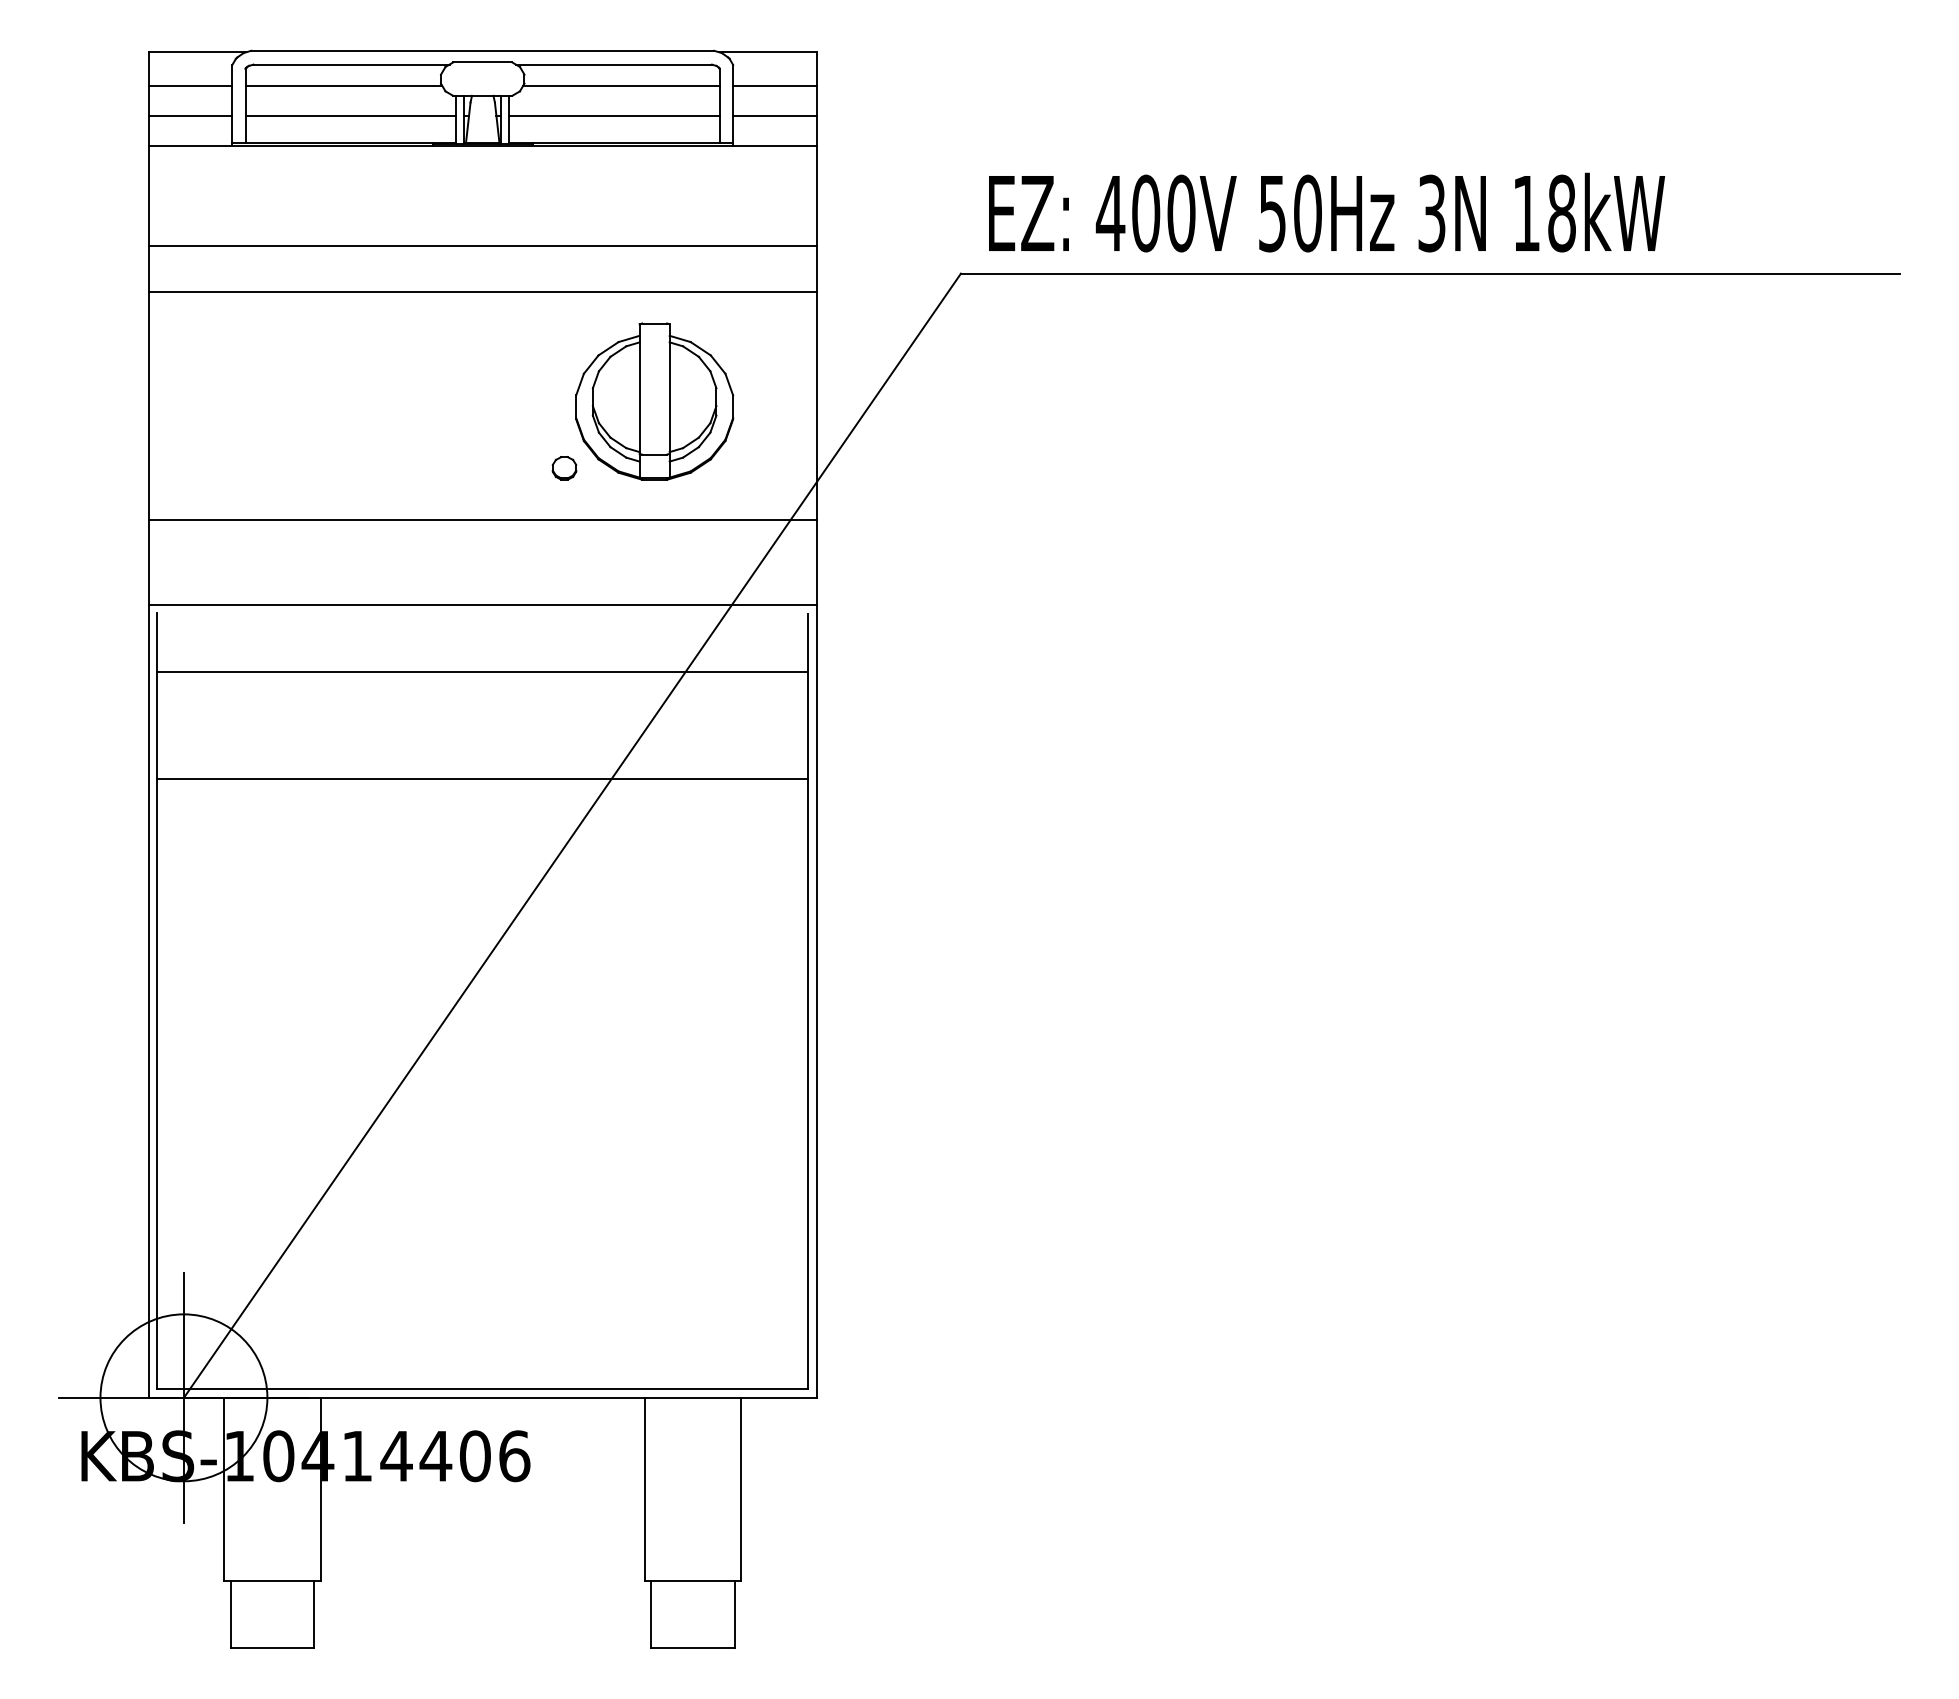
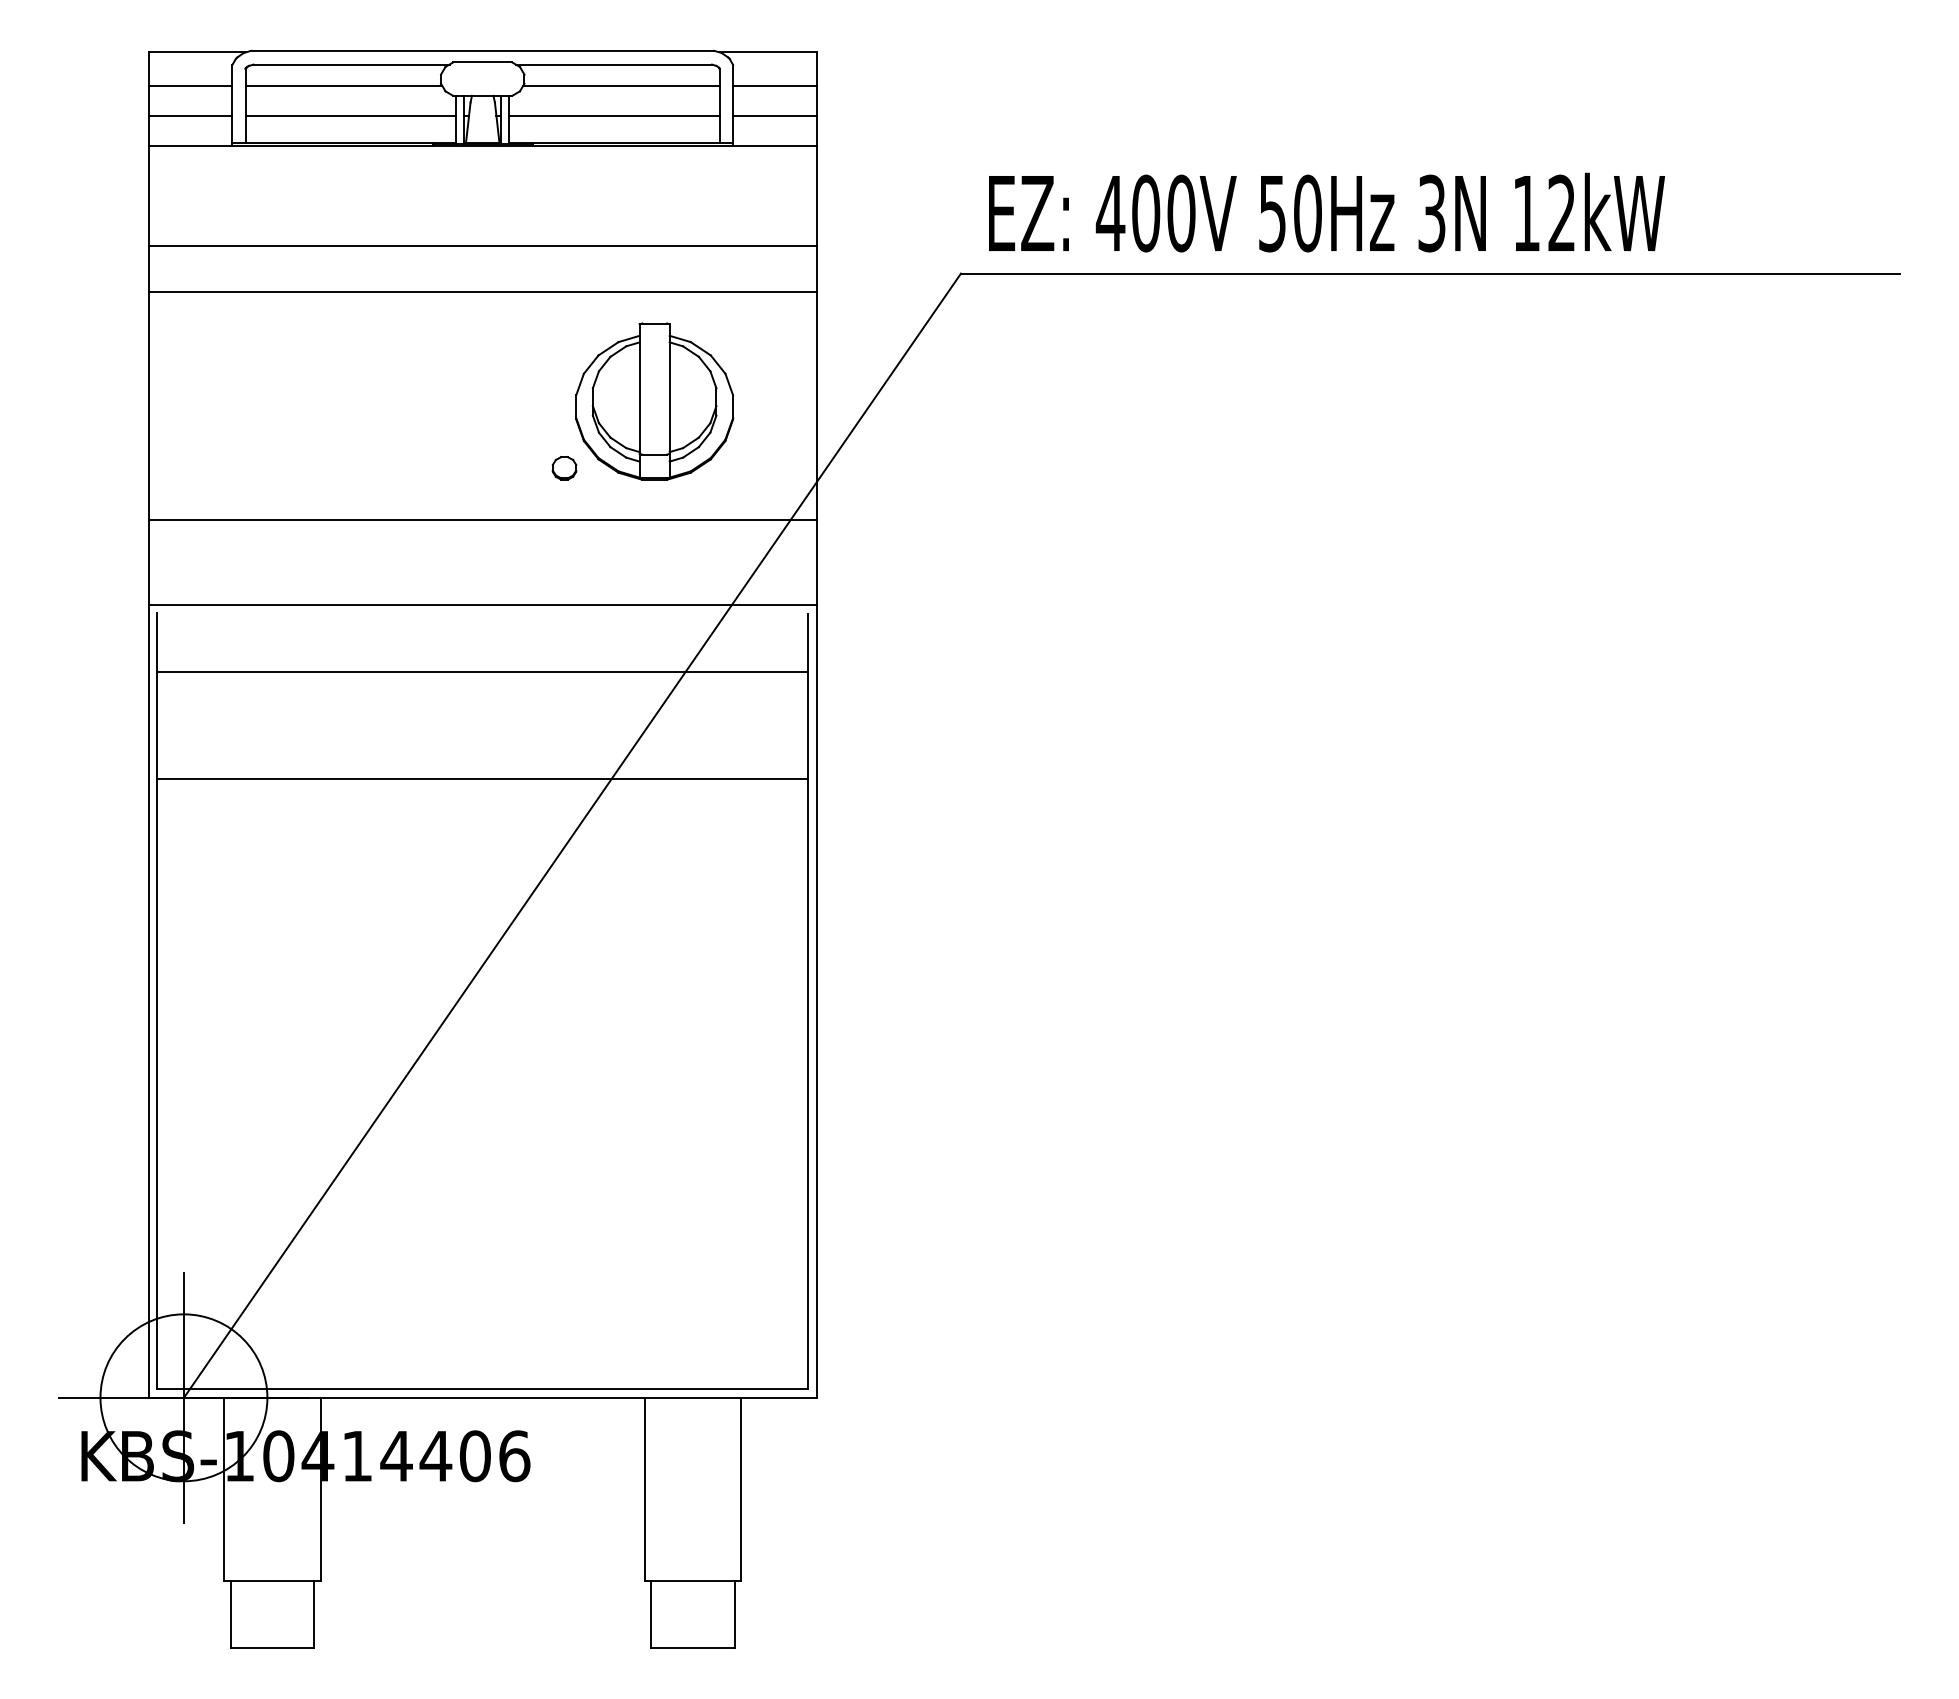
text at (1561, 213): 18kW -> 12kW
